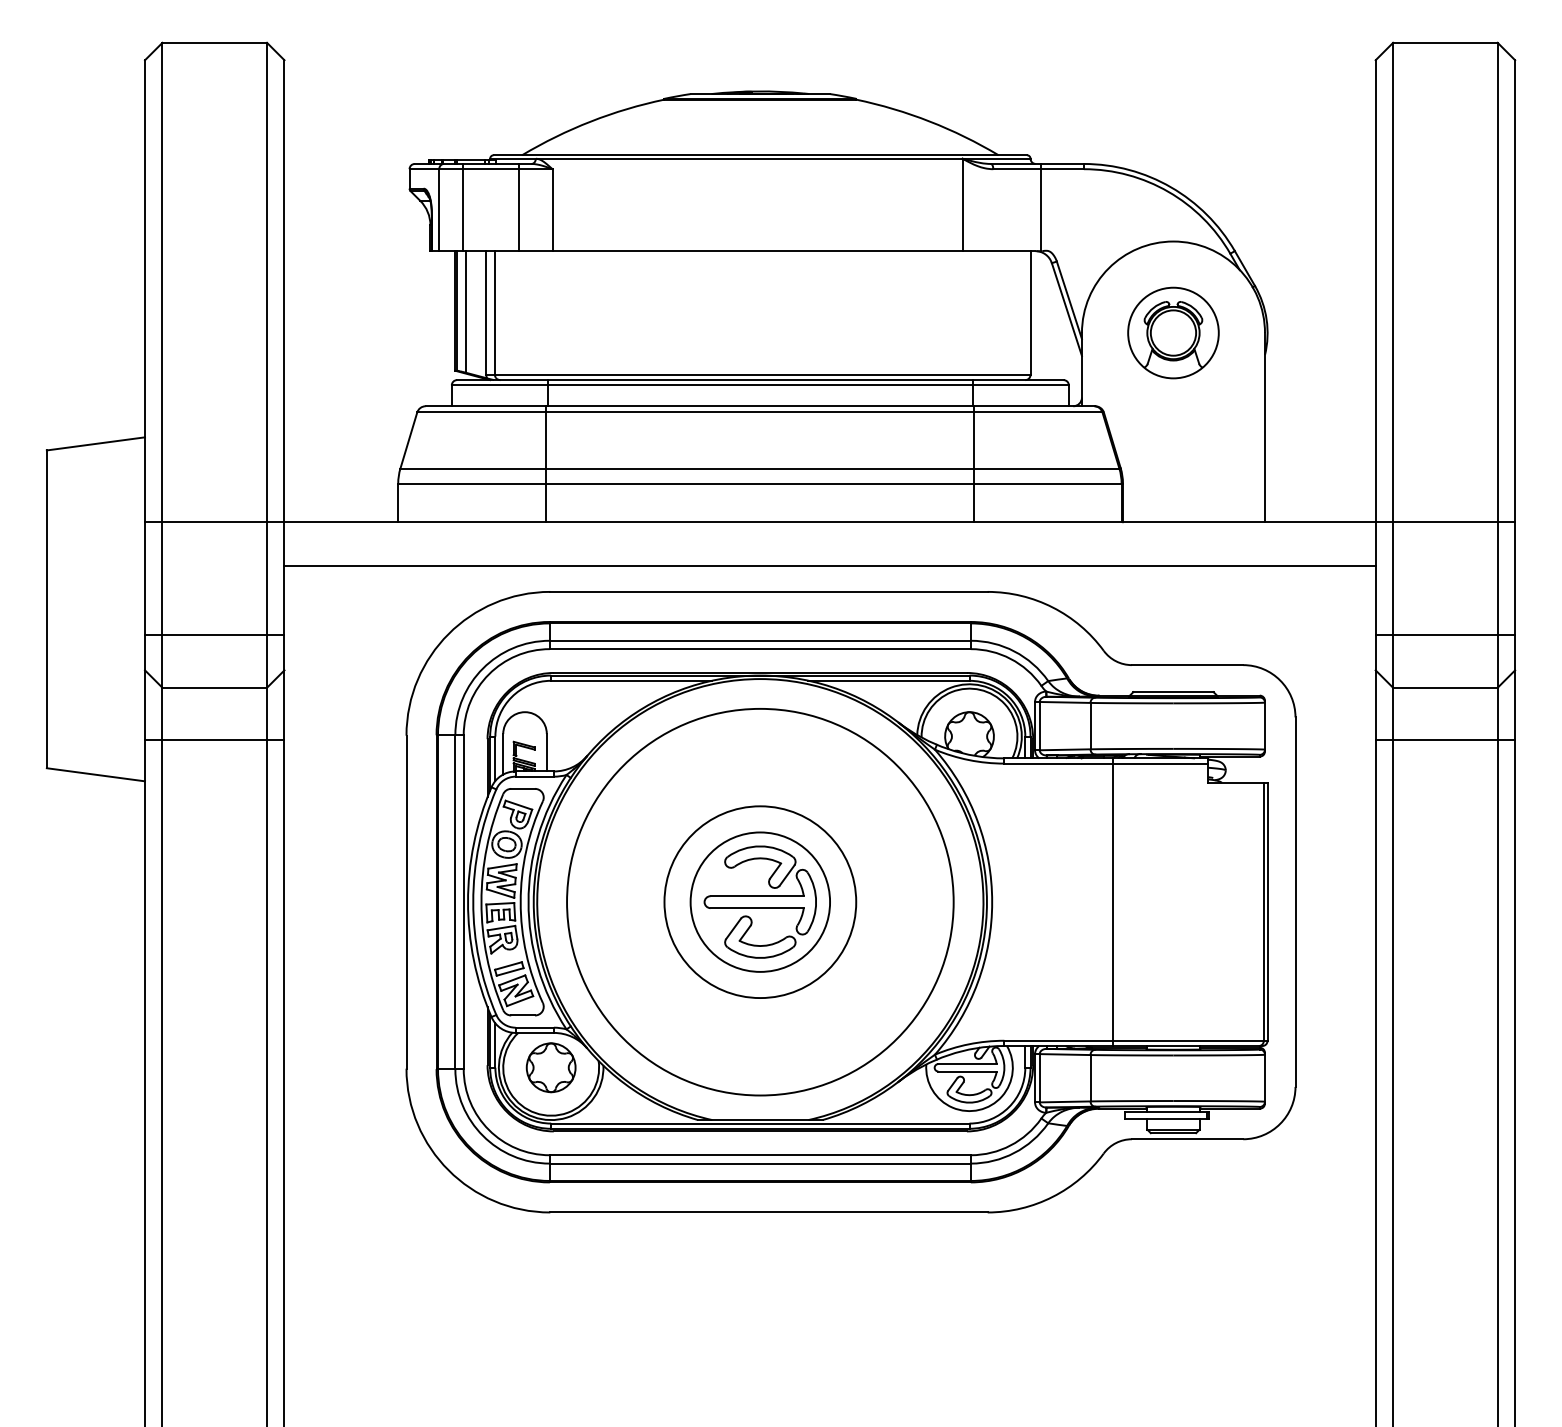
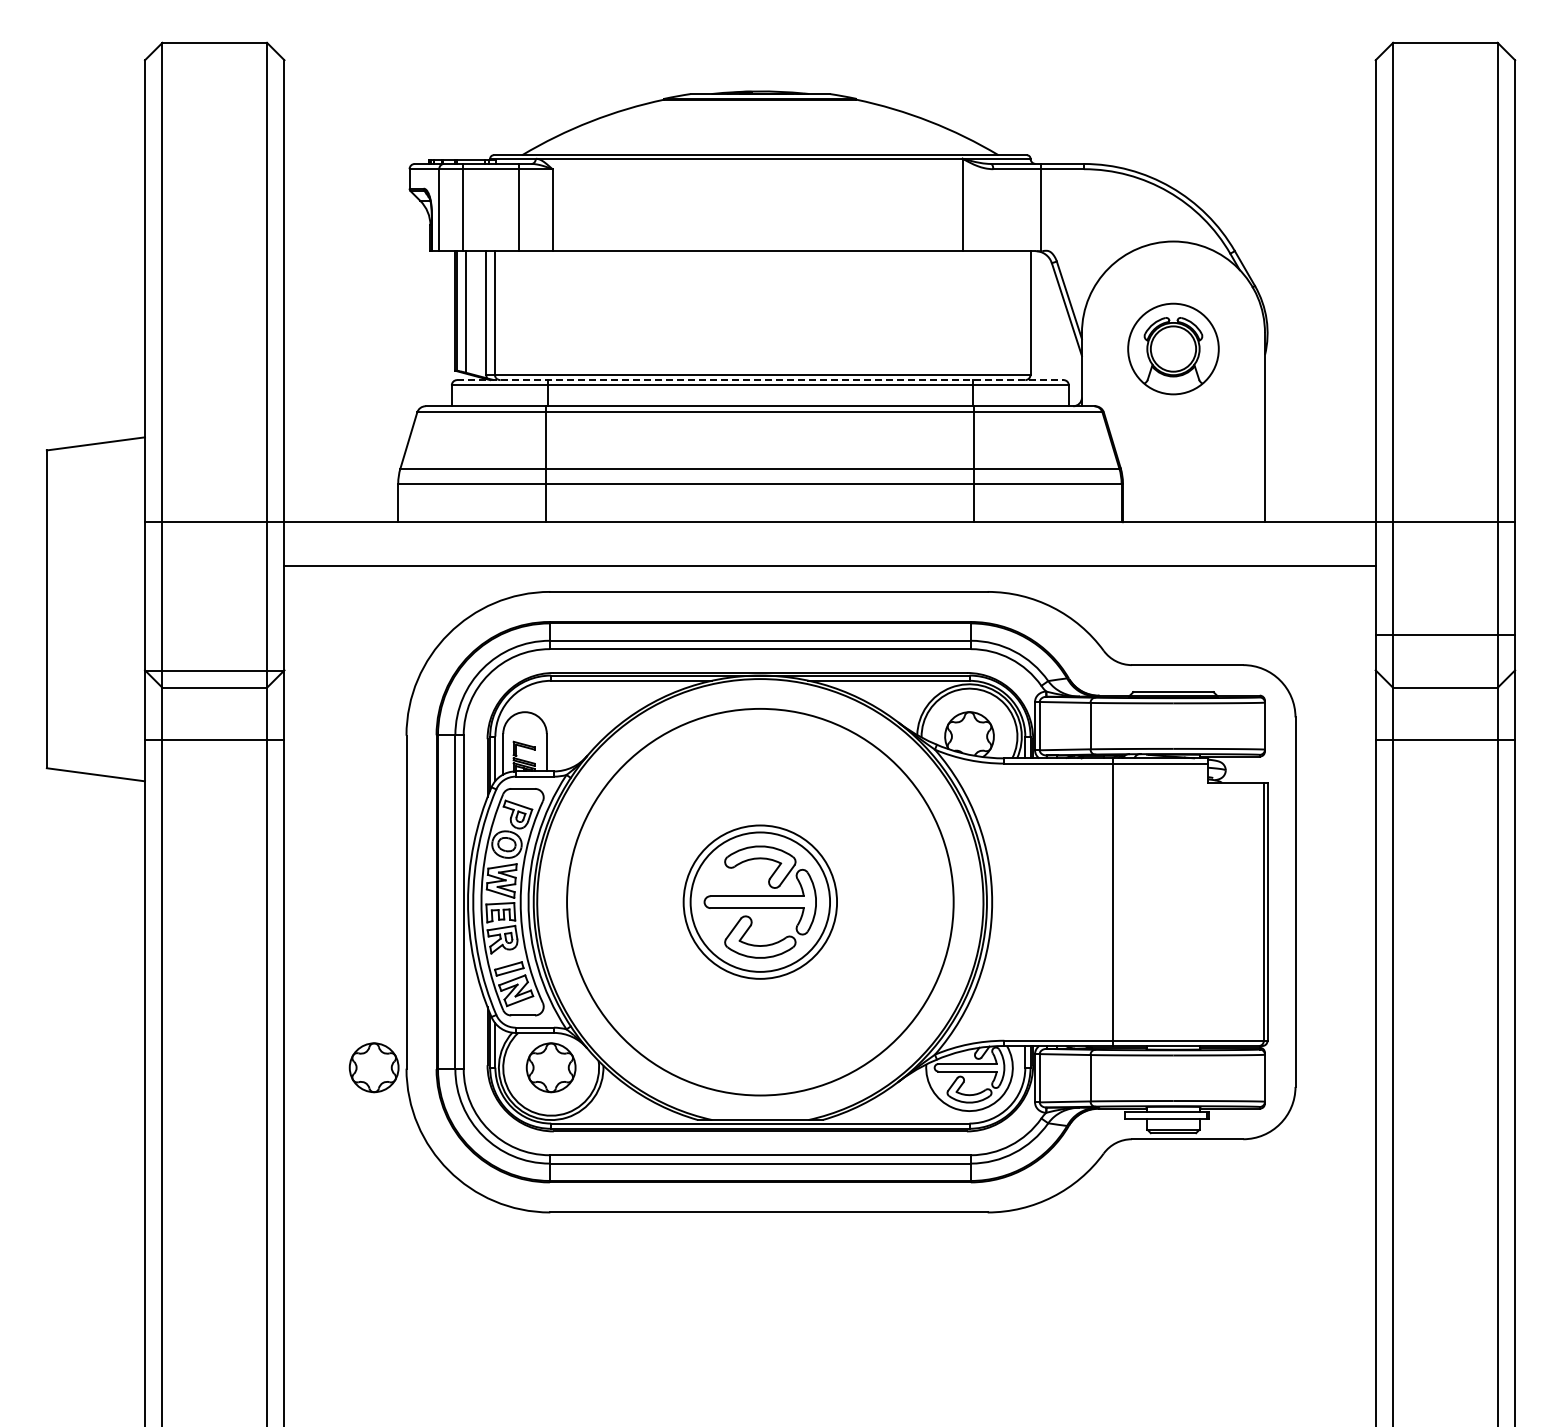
part at (1173, 332) position: (1173, 332) -> (1173, 348)
line at (760, 380): solid -> dashed
line at (214, 635) position: (214, 635) -> (214, 671)
circle at (760, 902) diameter: 192 px -> 153 px
part at (373, 1067): none -> present
